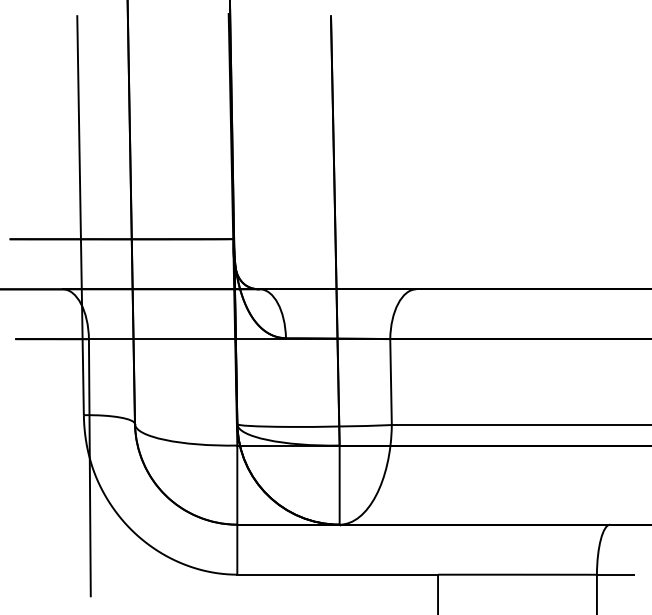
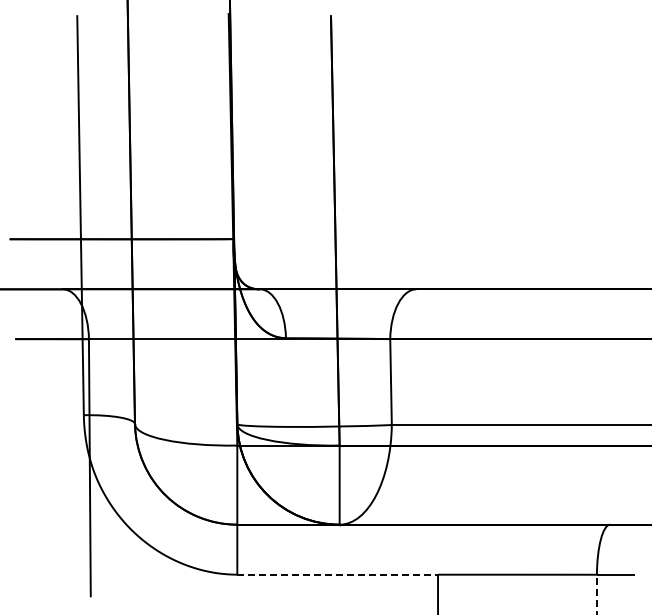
line at (338, 574): solid -> dashed
arc at (596, 595): solid -> dashed
